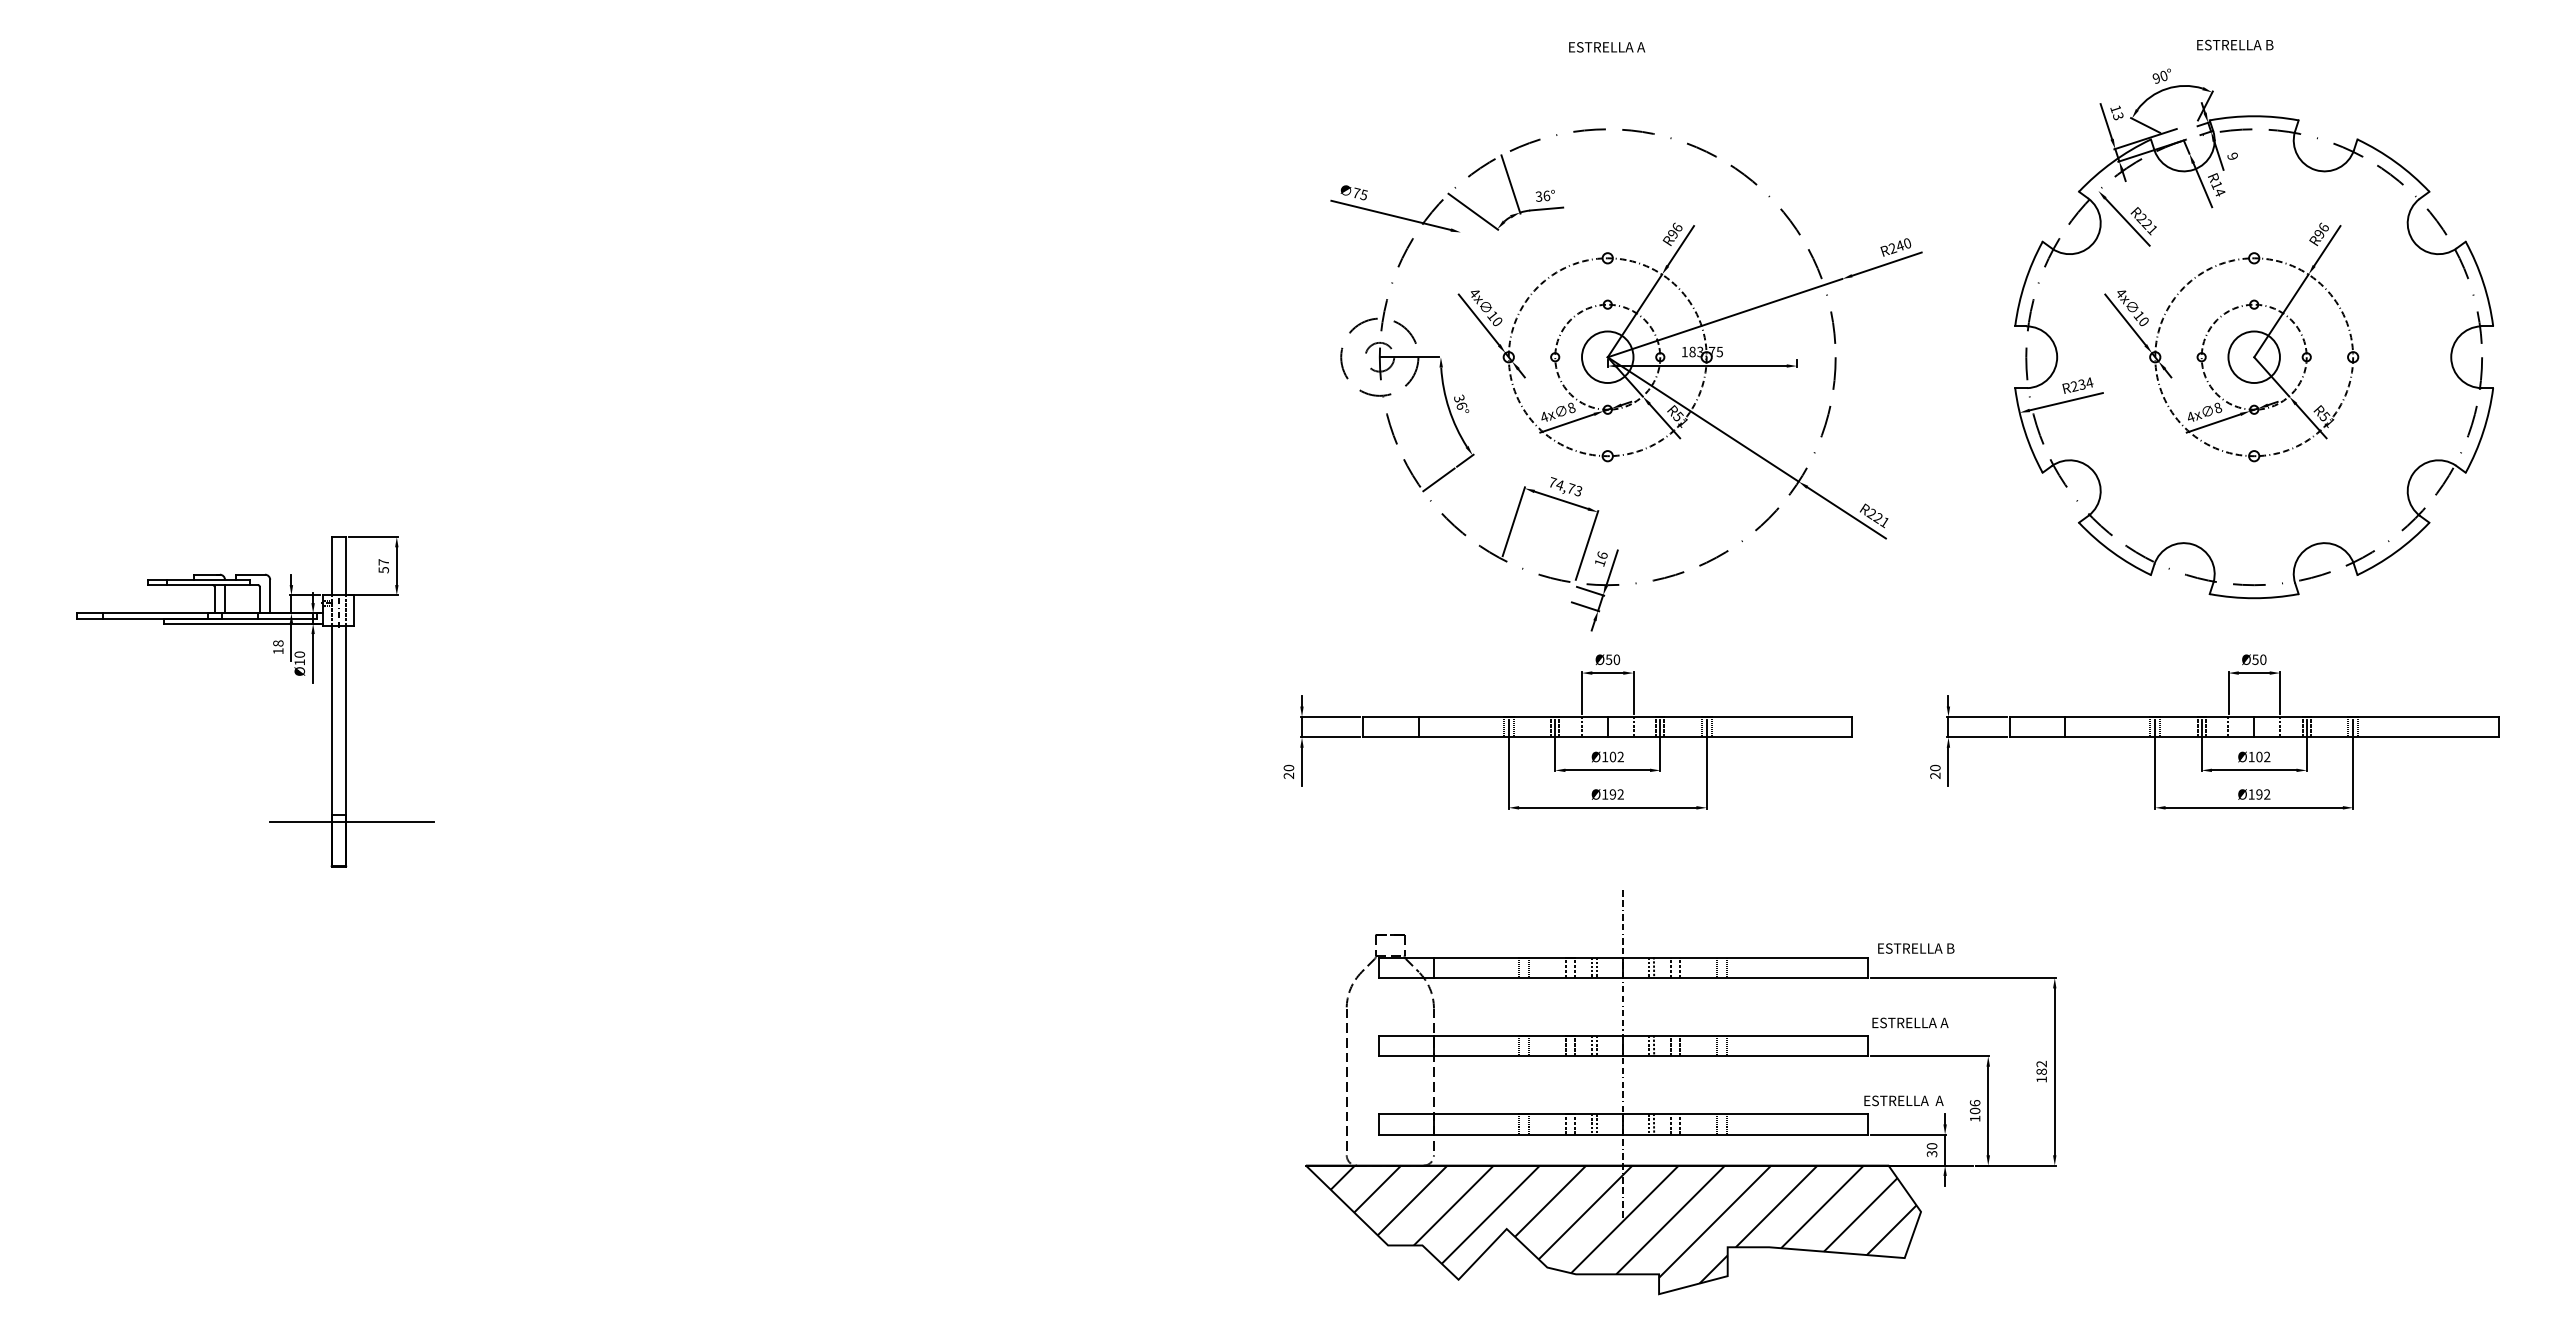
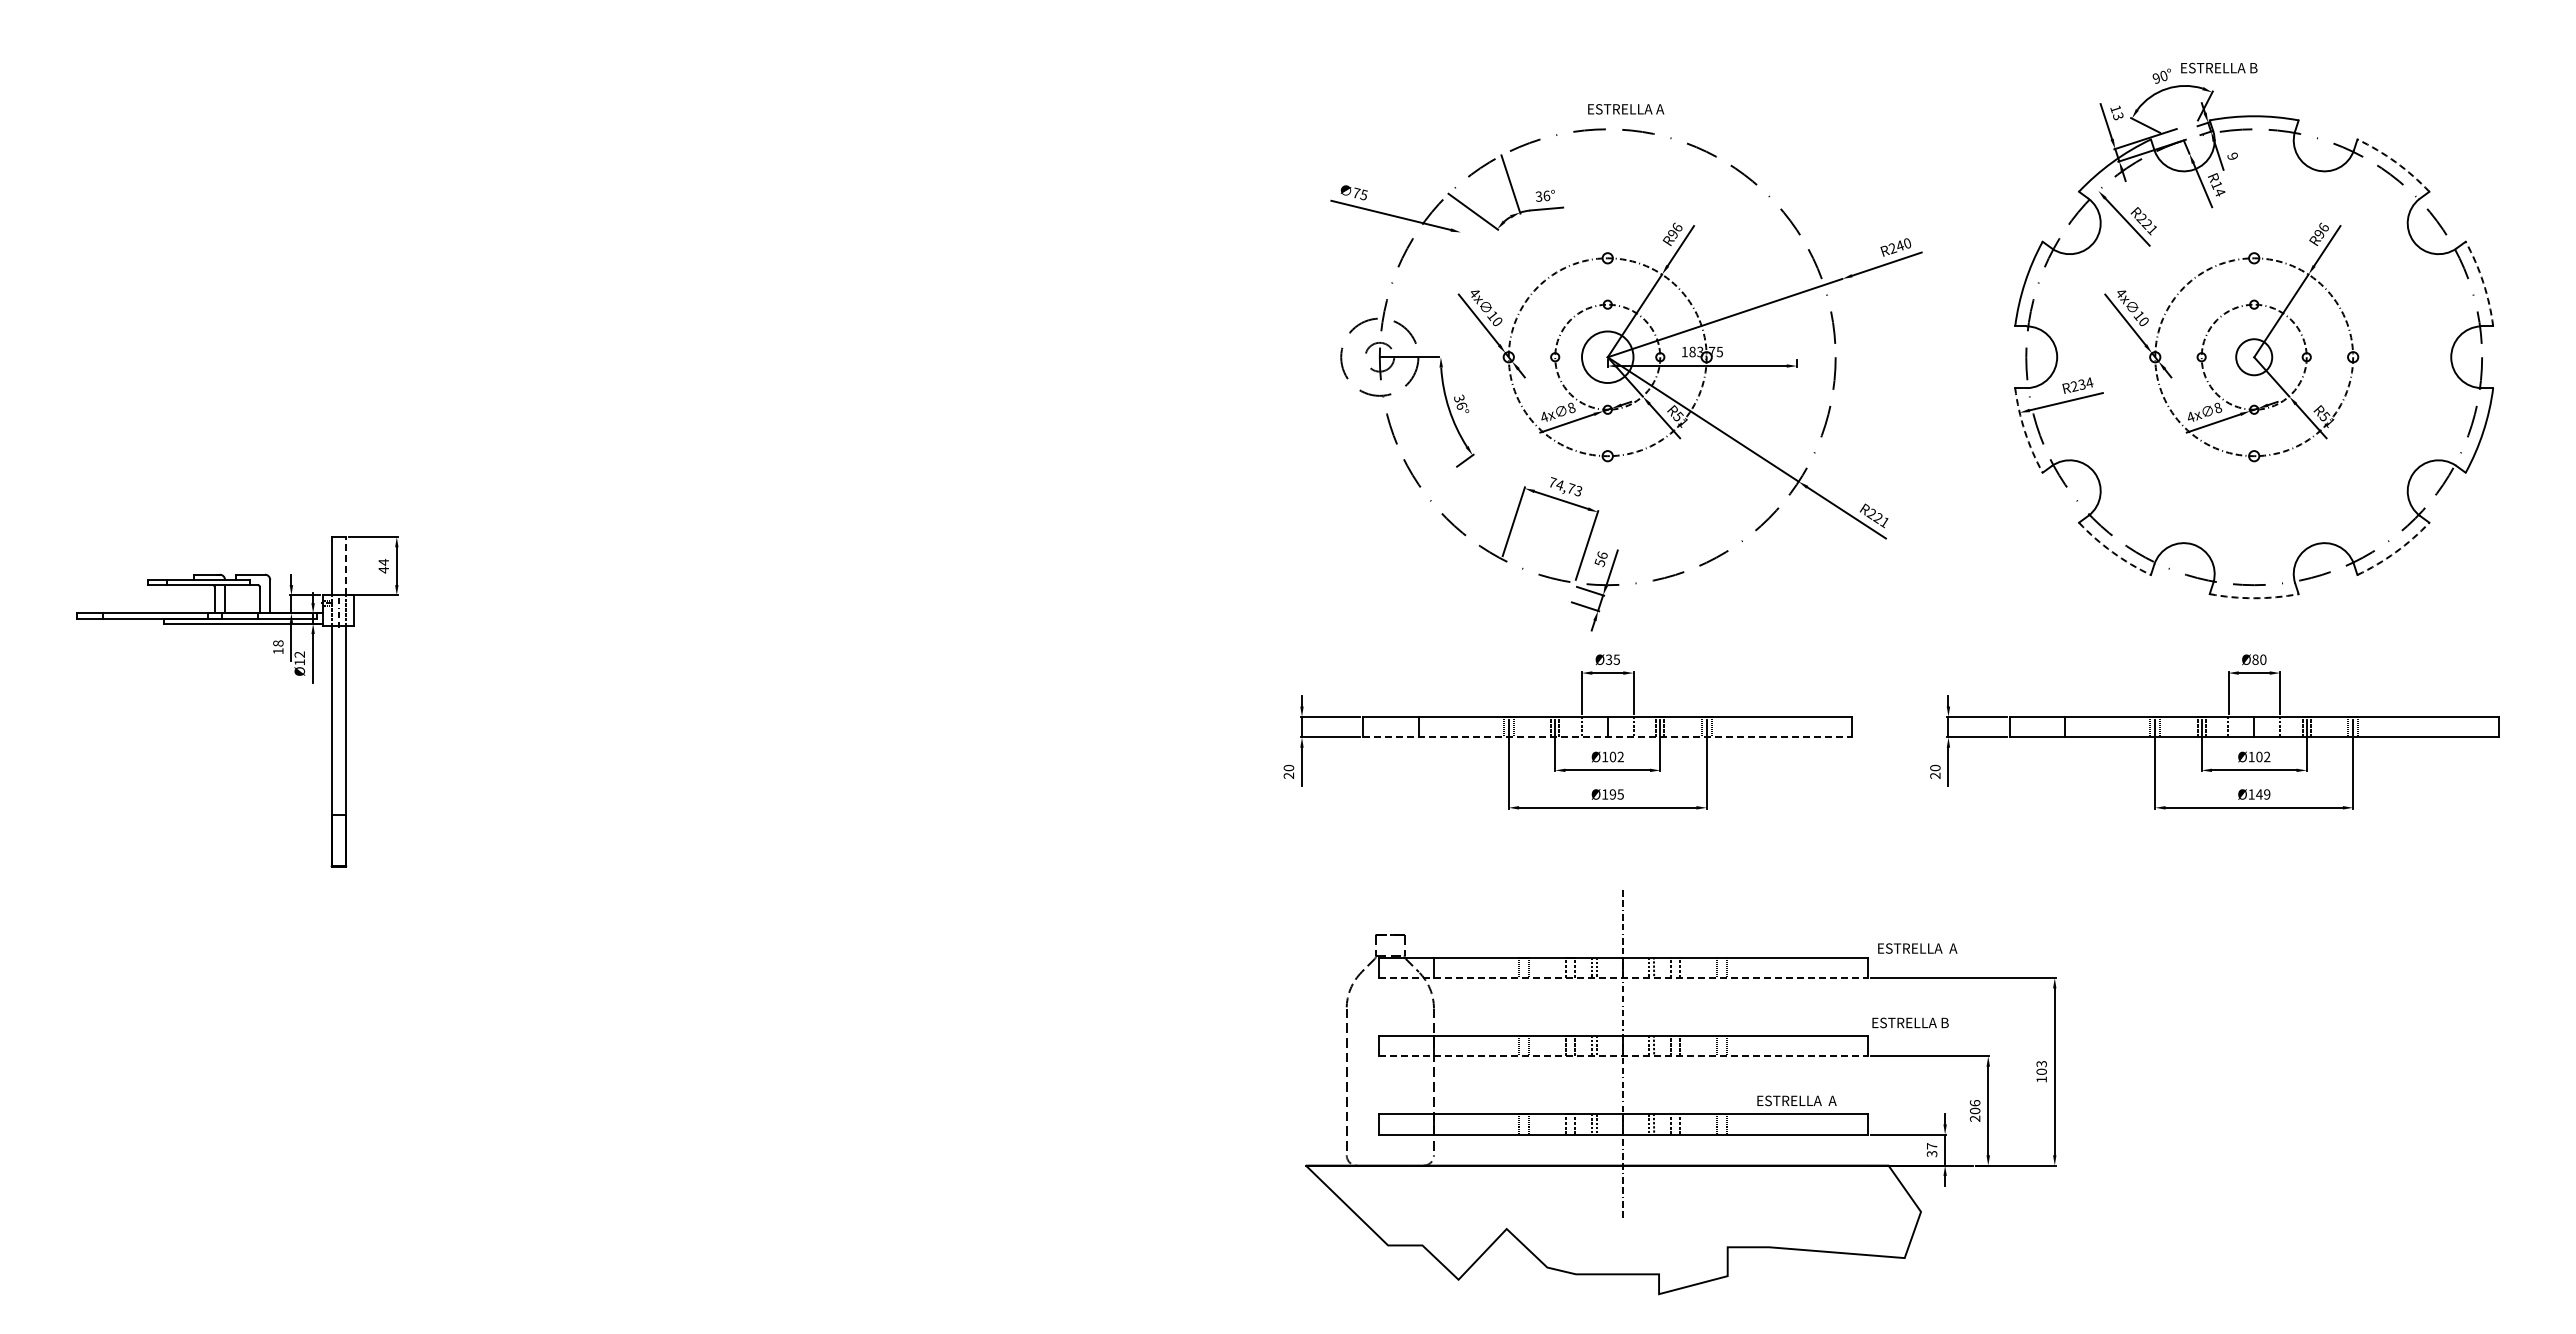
text at (2235, 44) position: (2235, 44) -> (2219, 67)
text at (1607, 47) position: (1607, 47) -> (1626, 109)
arc at (2395, 162): solid -> dashed
arc at (2483, 282): solid -> dashed
circle at (2253, 357) diameter: 52 px -> 36 px
arc at (2025, 431): solid -> dashed
line at (1438, 479): present -> none
arc at (2112, 552): solid -> dashed
arc at (2395, 552): solid -> dashed
text at (1599, 562): 16 -> 56
line at (346, 565): solid -> dashed
text at (383, 565): 57 -> 44
arc at (2254, 598): solid -> dashed
text at (299, 654): Ø10 -> Ø12
text at (1613, 659): Ø50 -> Ø35
text at (2255, 659): Ø50 -> Ø80
line at (1607, 737): solid -> dashed
text at (1620, 794): Ø192 -> Ø195
text at (2262, 794): Ø192 -> Ø149
line at (351, 821): present -> none
text at (1952, 948): ESTRELLA B -> ESTRELLA  A
line at (1623, 978): solid -> dashed
text at (1944, 1022): ESTRELLA A -> ESTRELLA B
line at (1623, 1056): solid -> dashed
text at (2041, 1067): 182 -> 103
text at (1903, 1100) position: (1903, 1100) -> (1796, 1100)
text at (1974, 1118): 106 -> 206
text at (1931, 1146): 30 -> 37
hatch at (1611, 1224): present -> none
